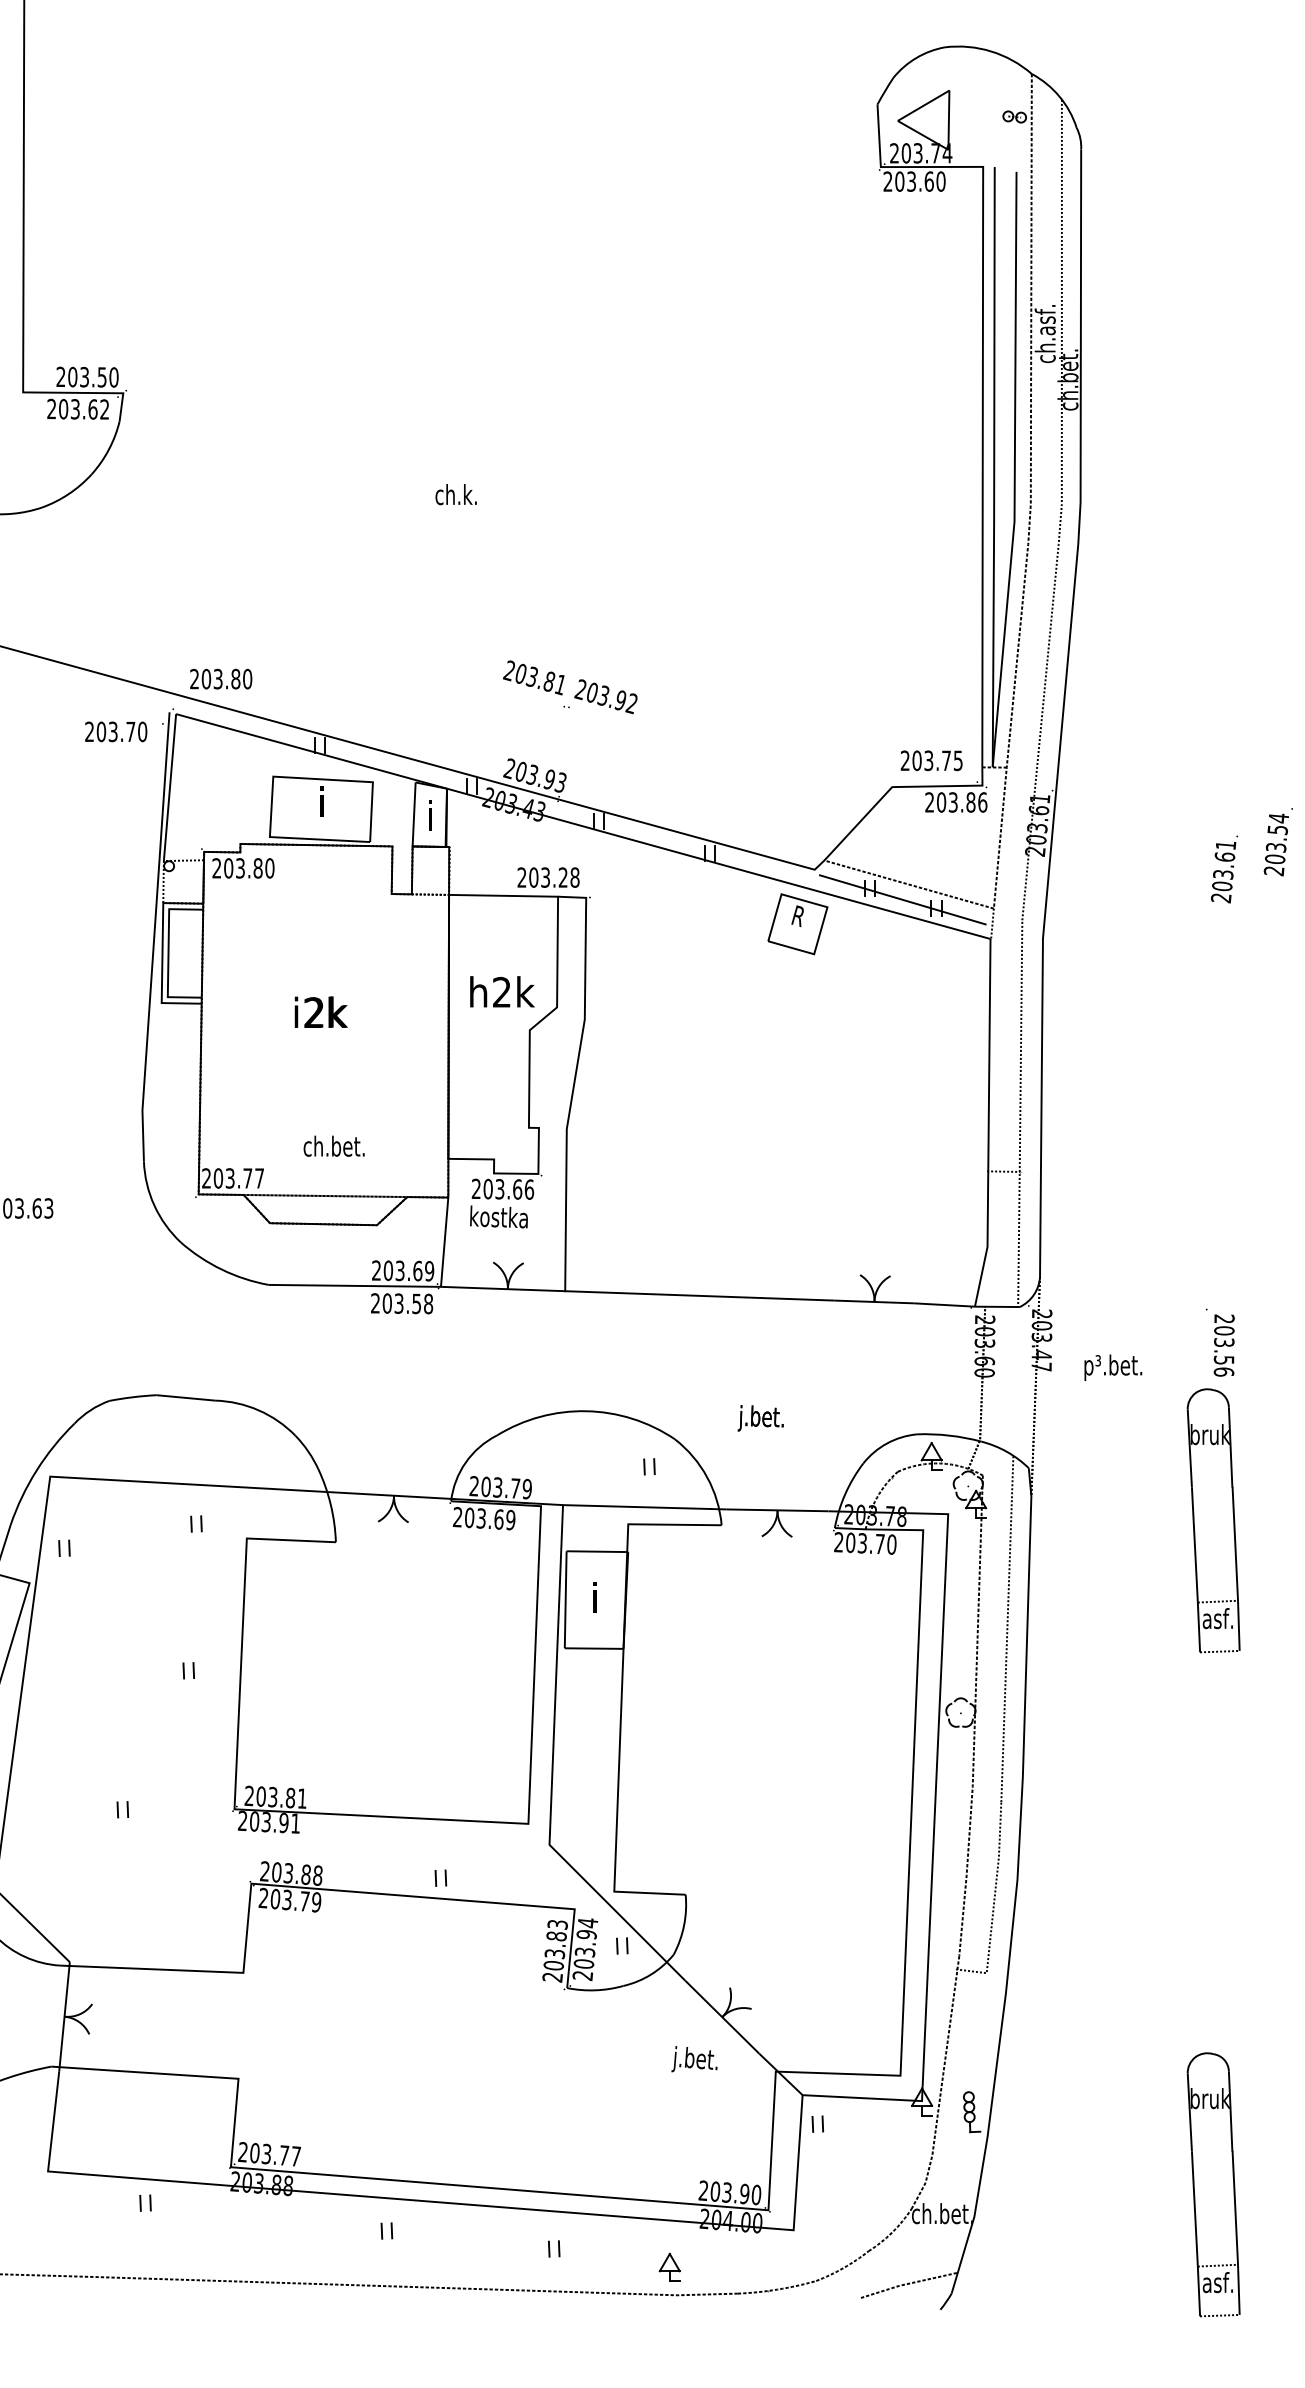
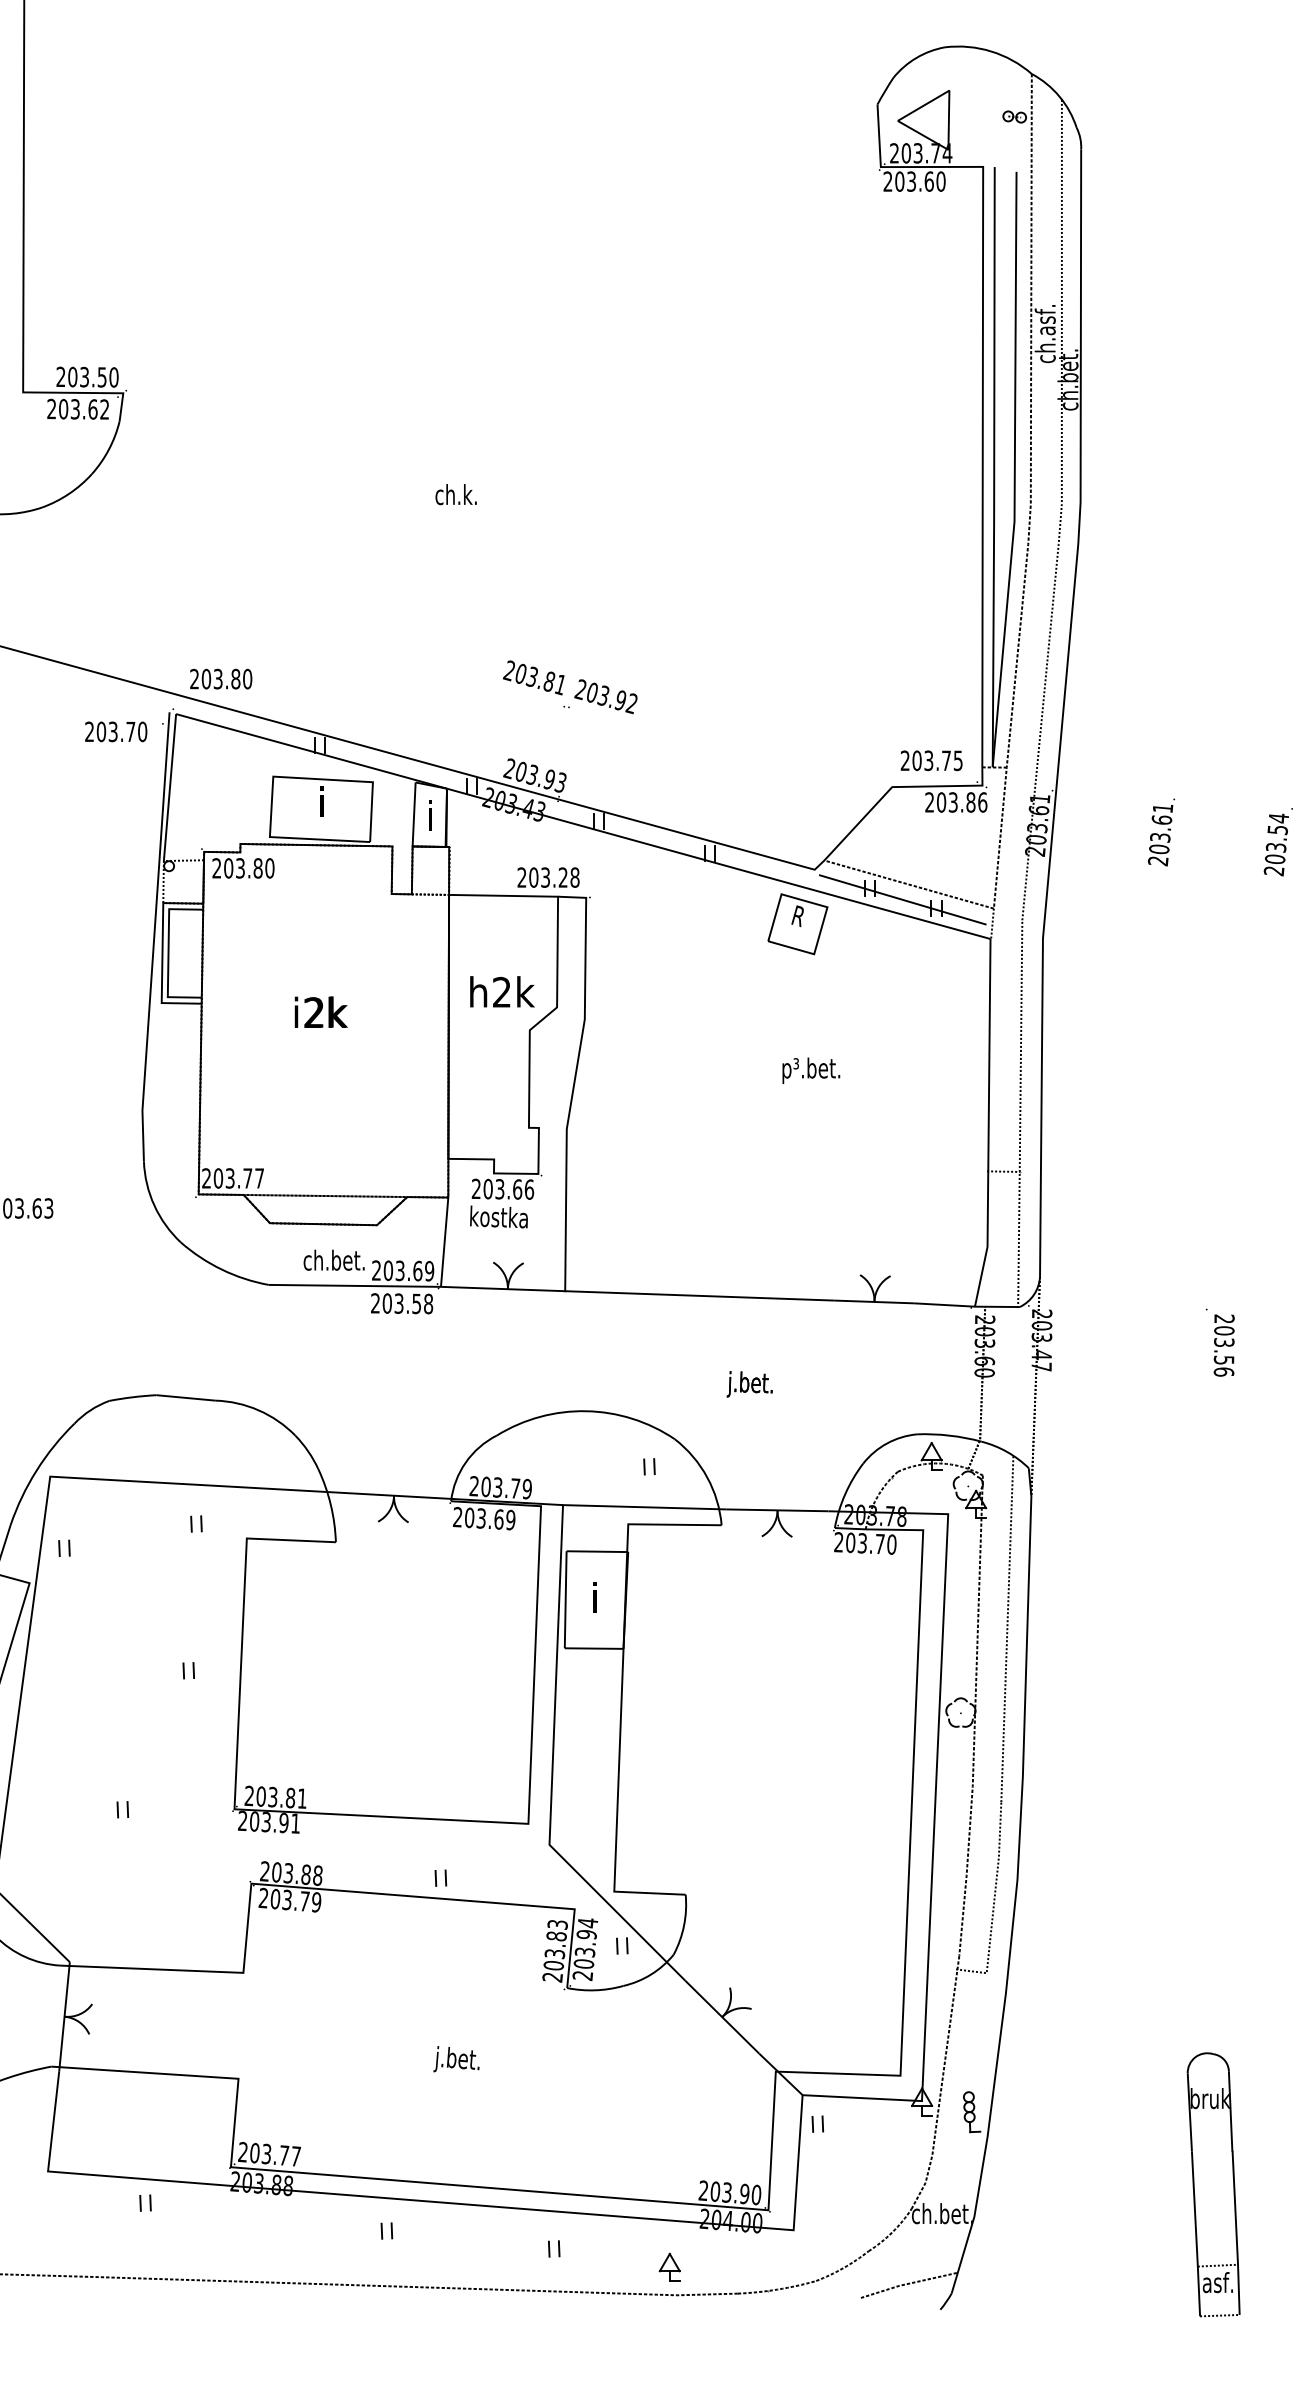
text at (1224, 869) position: (1224, 869) -> (1161, 832)
text at (333, 1145) position: (333, 1145) -> (333, 1259)
text at (1113, 1367) position: (1113, 1367) -> (811, 1070)
text at (760, 1418) position: (760, 1418) -> (749, 1384)
part at (1194, 1520): present -> none
text at (694, 2059) position: (694, 2059) -> (456, 2059)
